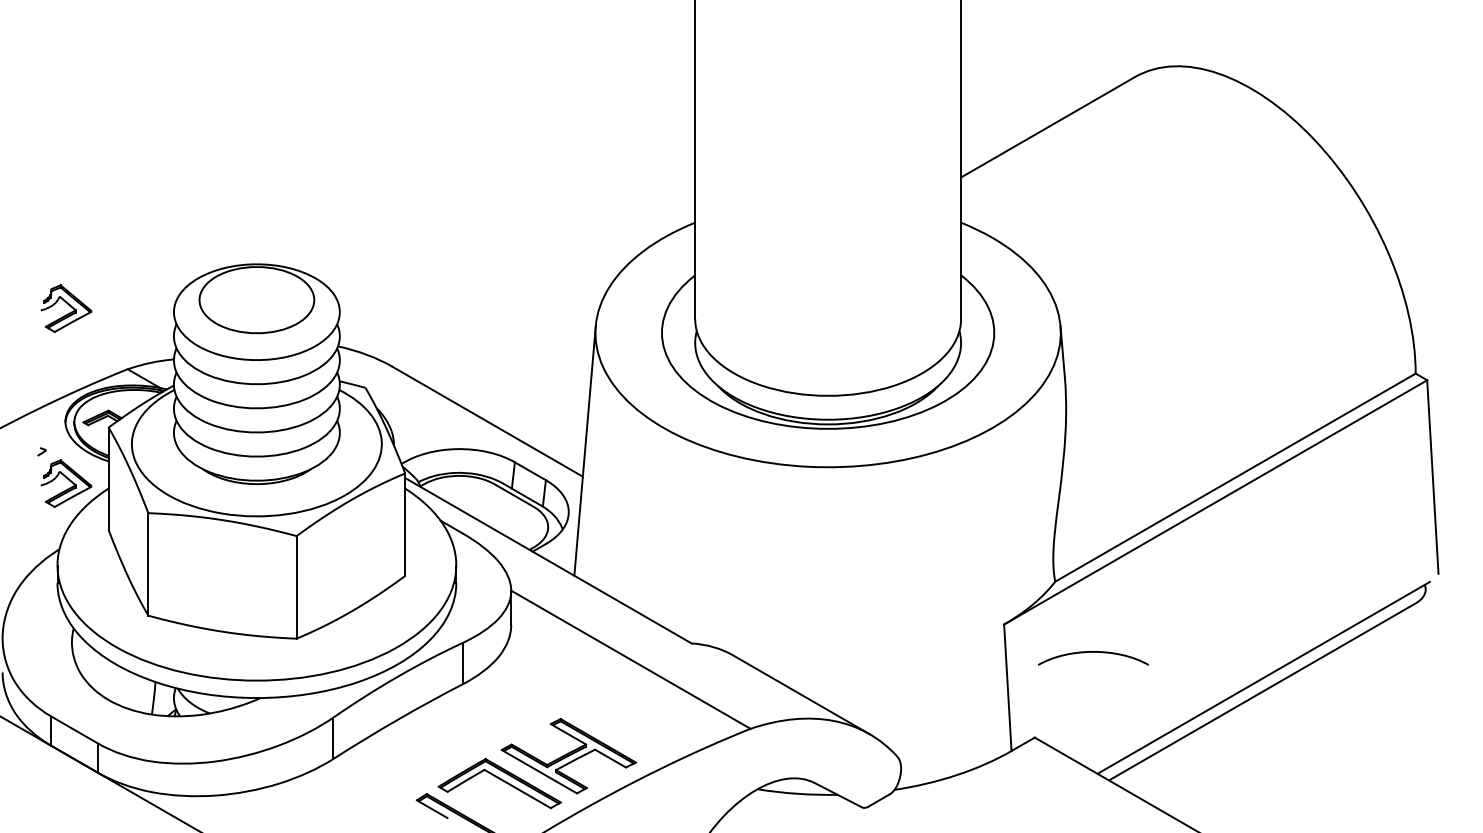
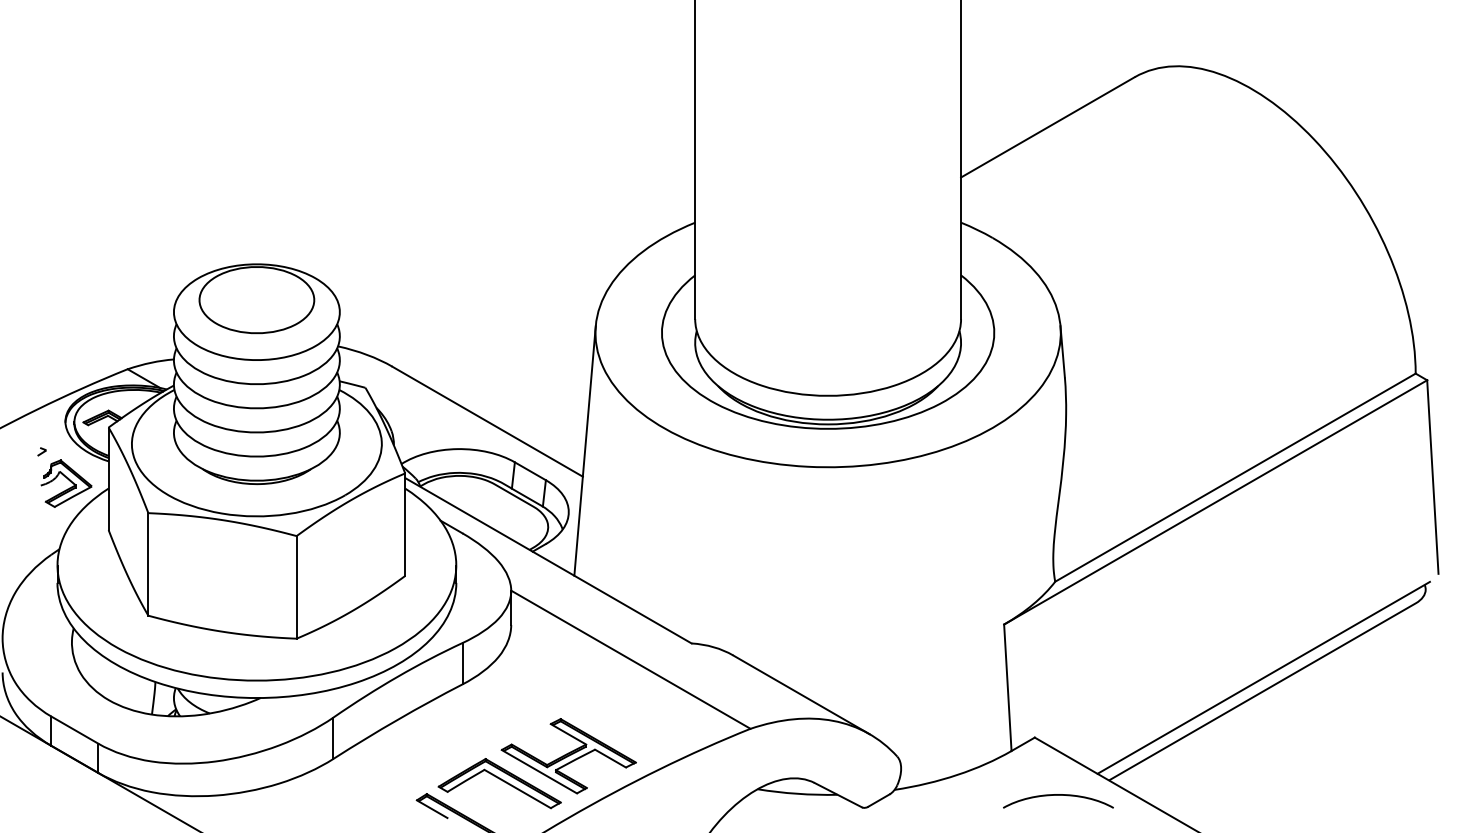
part at (66, 308): present -> none
curve at (1093, 652) position: (1093, 652) -> (1058, 795)
